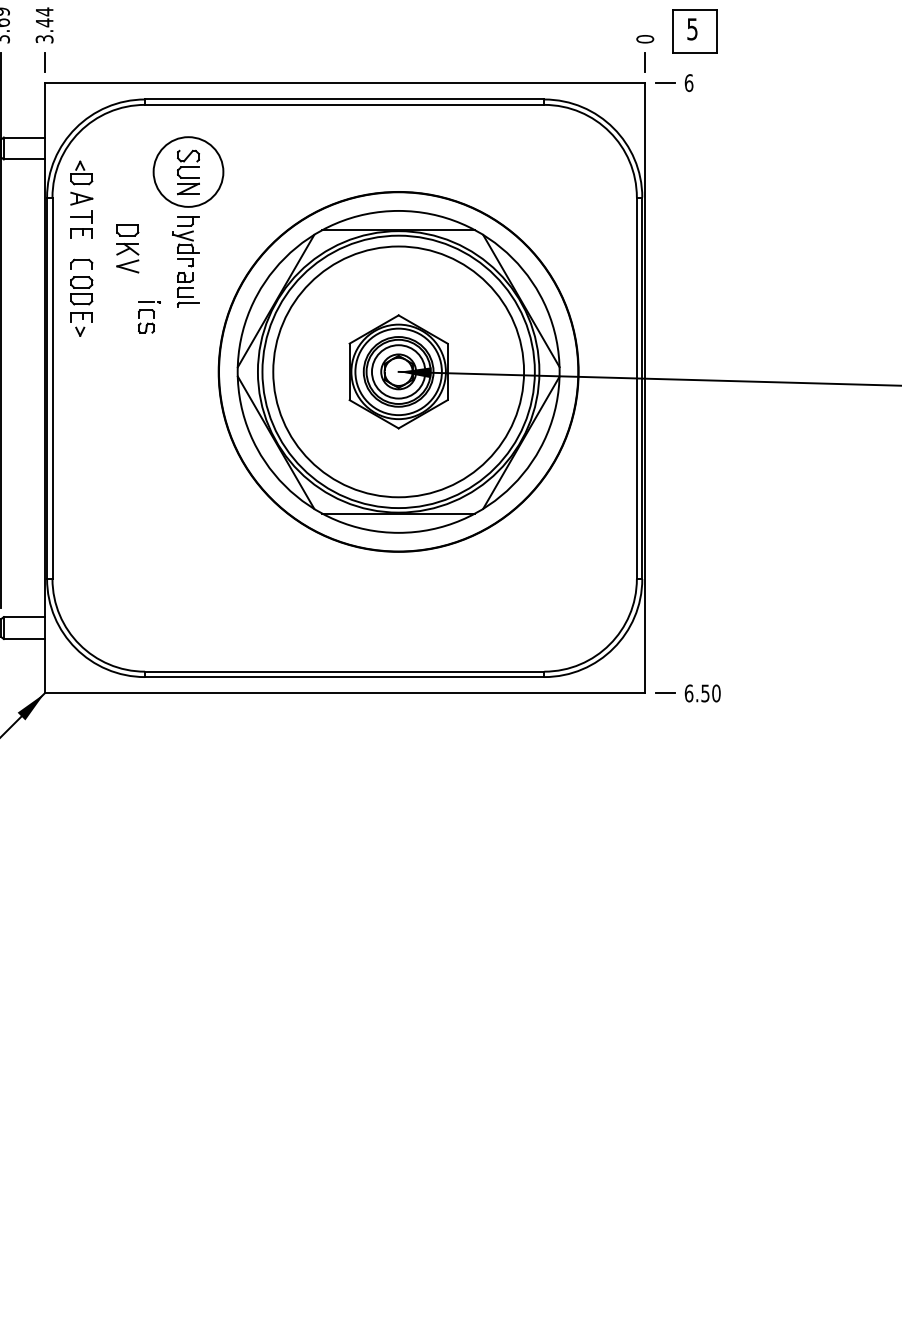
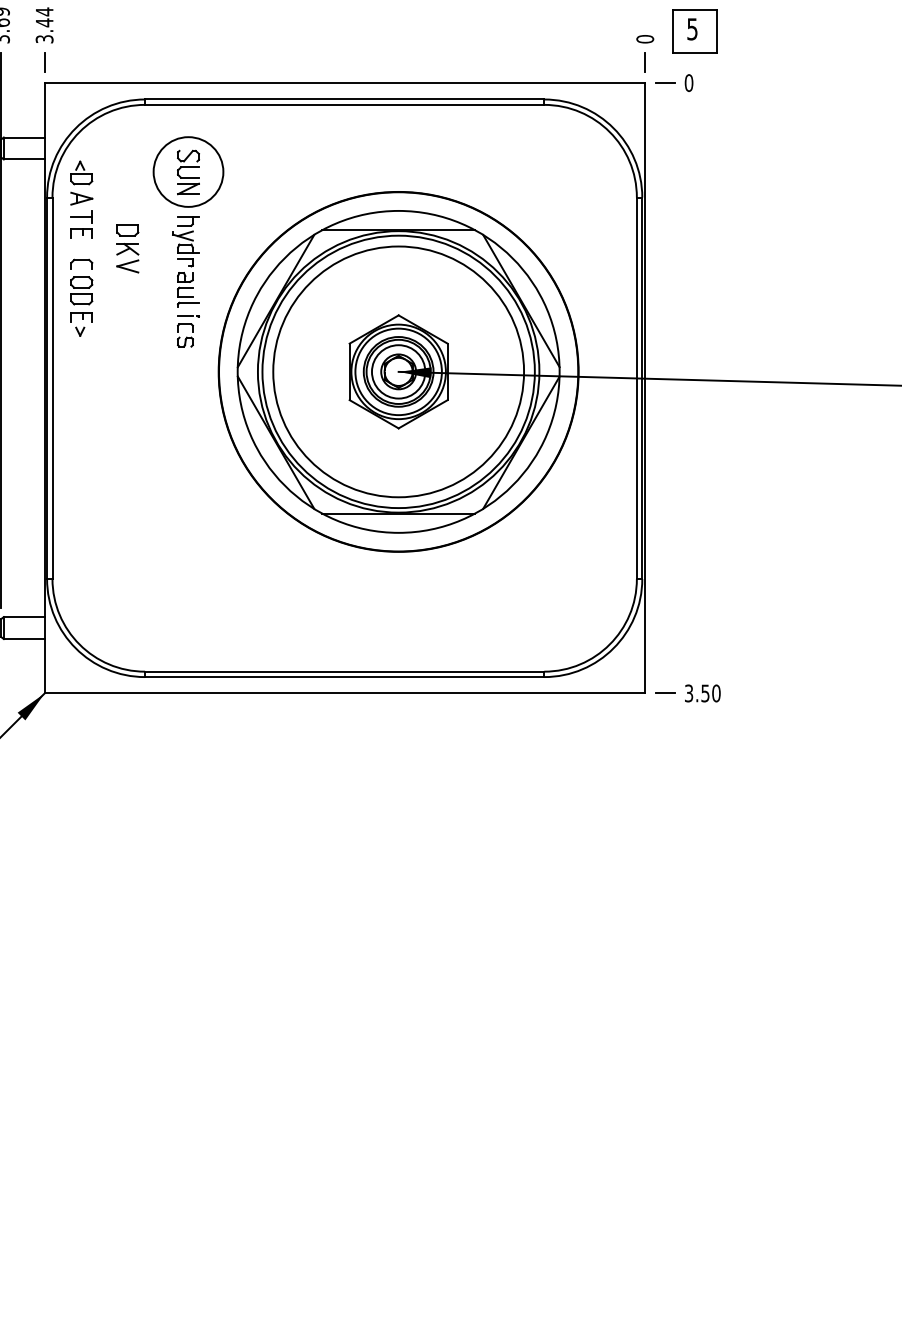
text at (689, 82): 6 -> 0
part at (149, 317) position: (149, 317) -> (188, 331)
text at (688, 693): 6.50 -> 3.50
